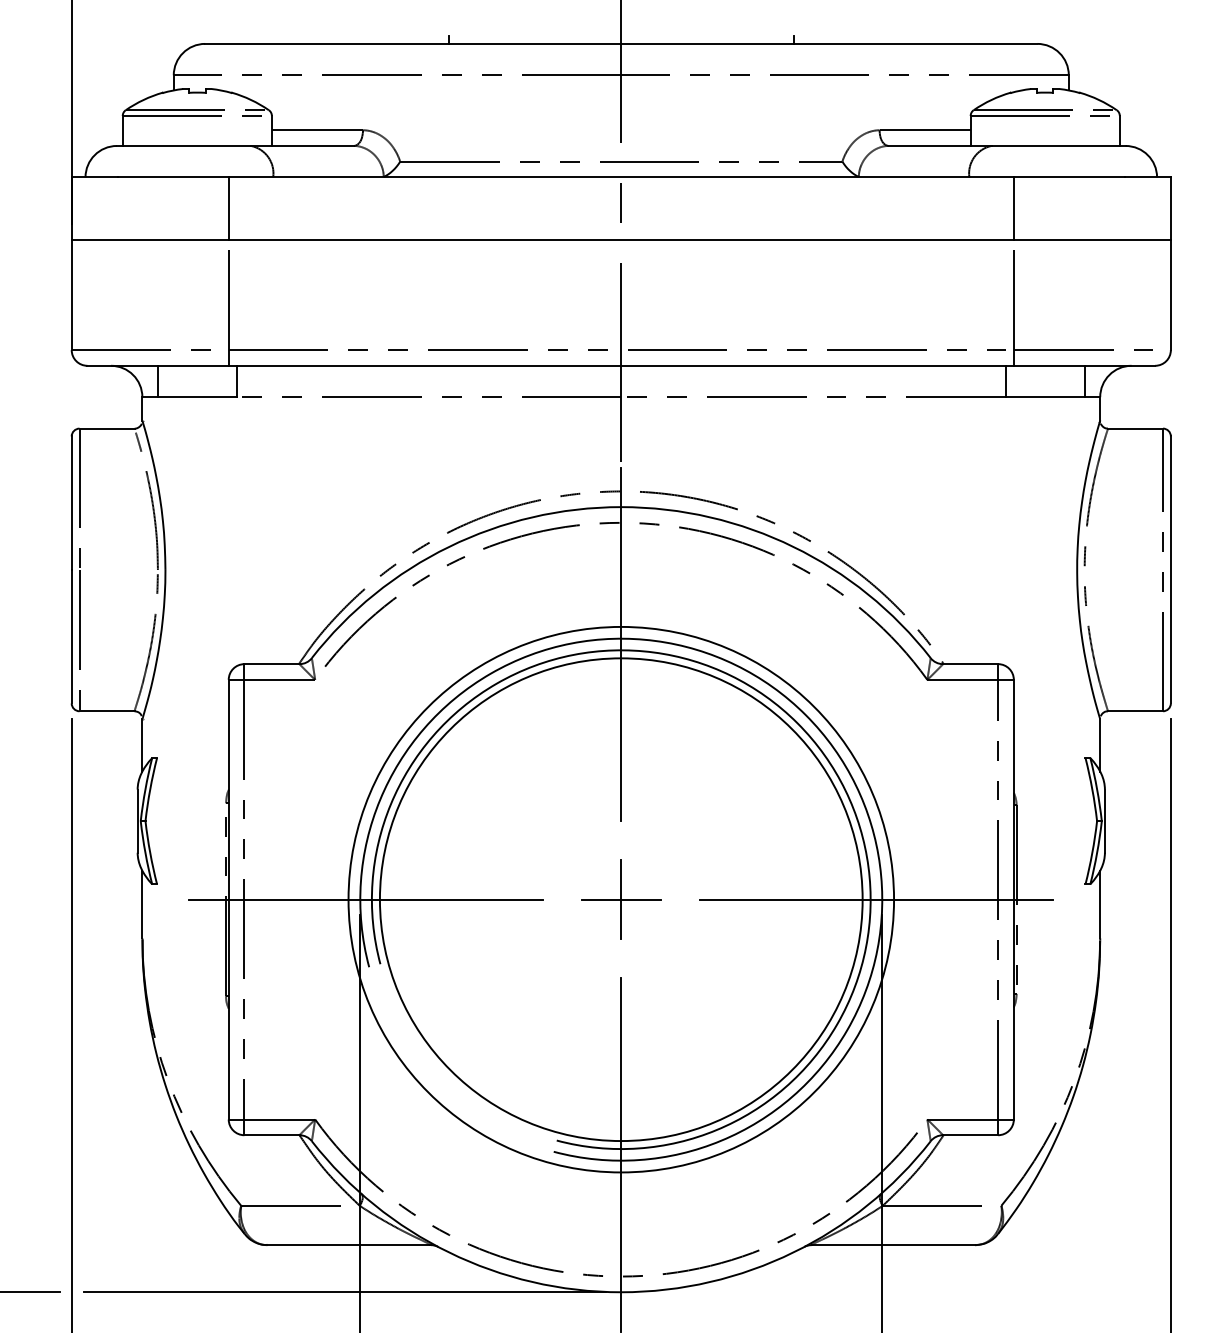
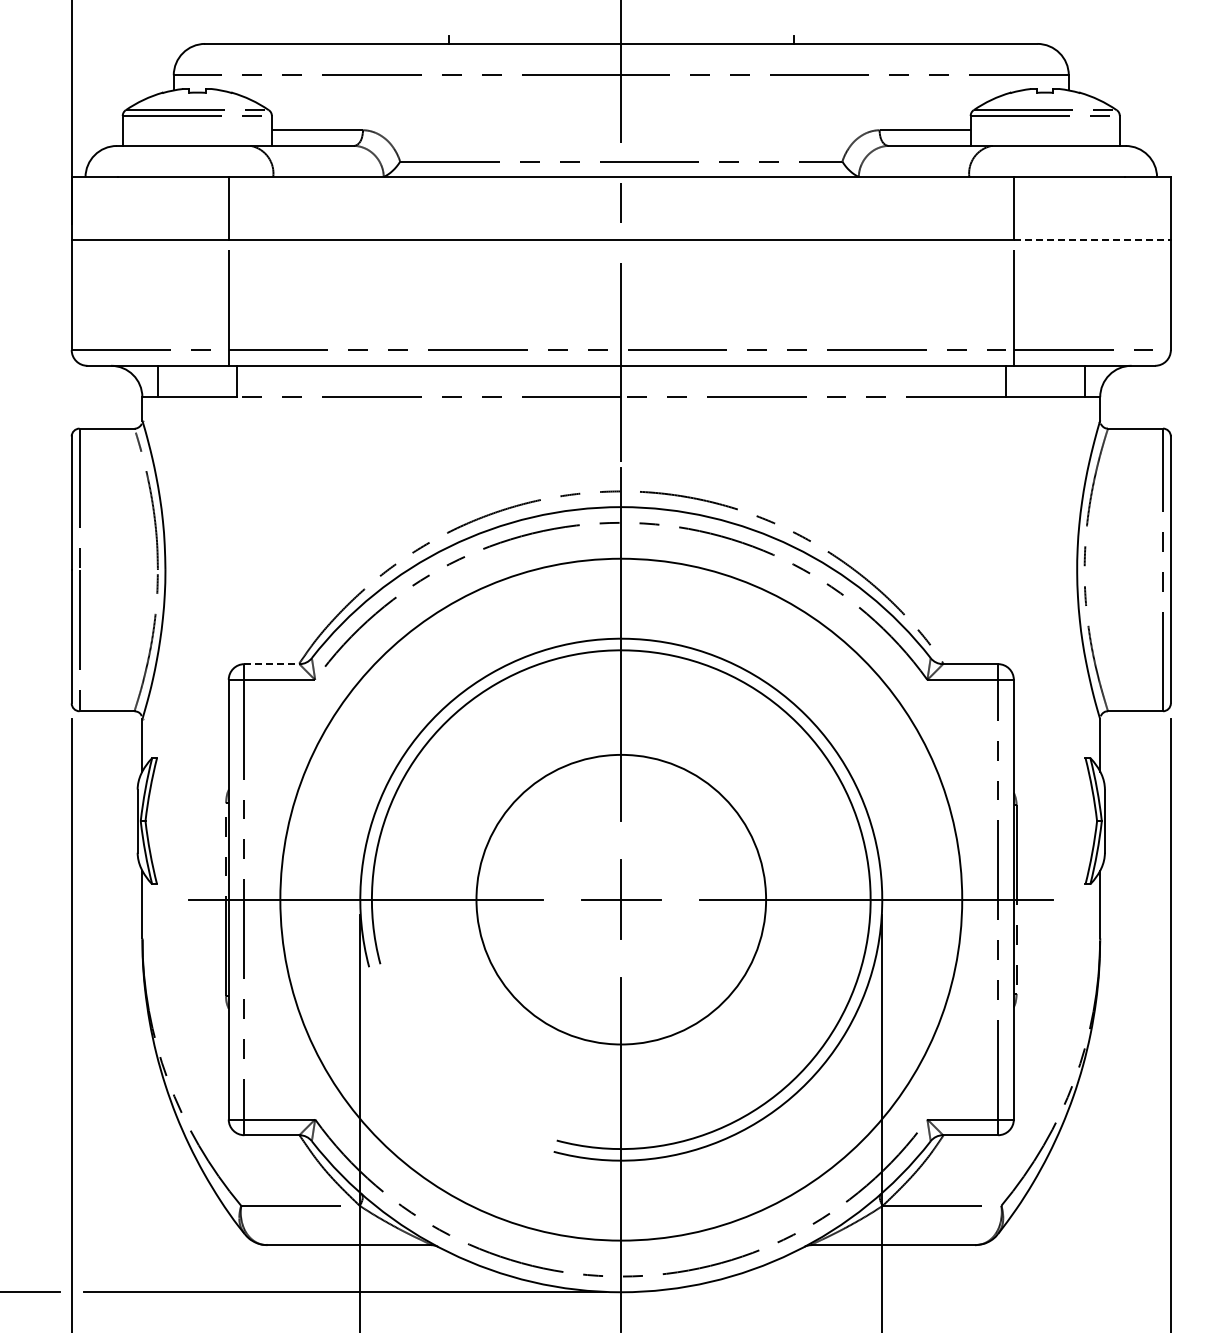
line at (1092, 240): solid -> dashed
line at (272, 664): solid -> dashed
circle at (620, 899) diameter: 483 px -> 290 px
circle at (621, 899) diameter: 545 px -> 682 px
